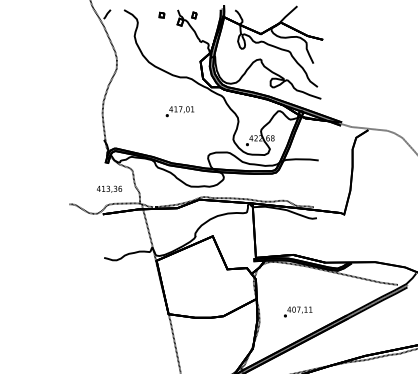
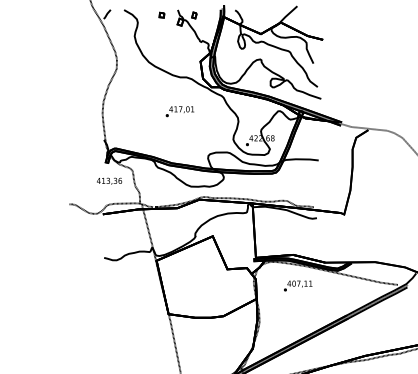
text at (109, 188) position: (109, 188) -> (109, 180)
text at (298, 311) position: (298, 311) -> (298, 285)
